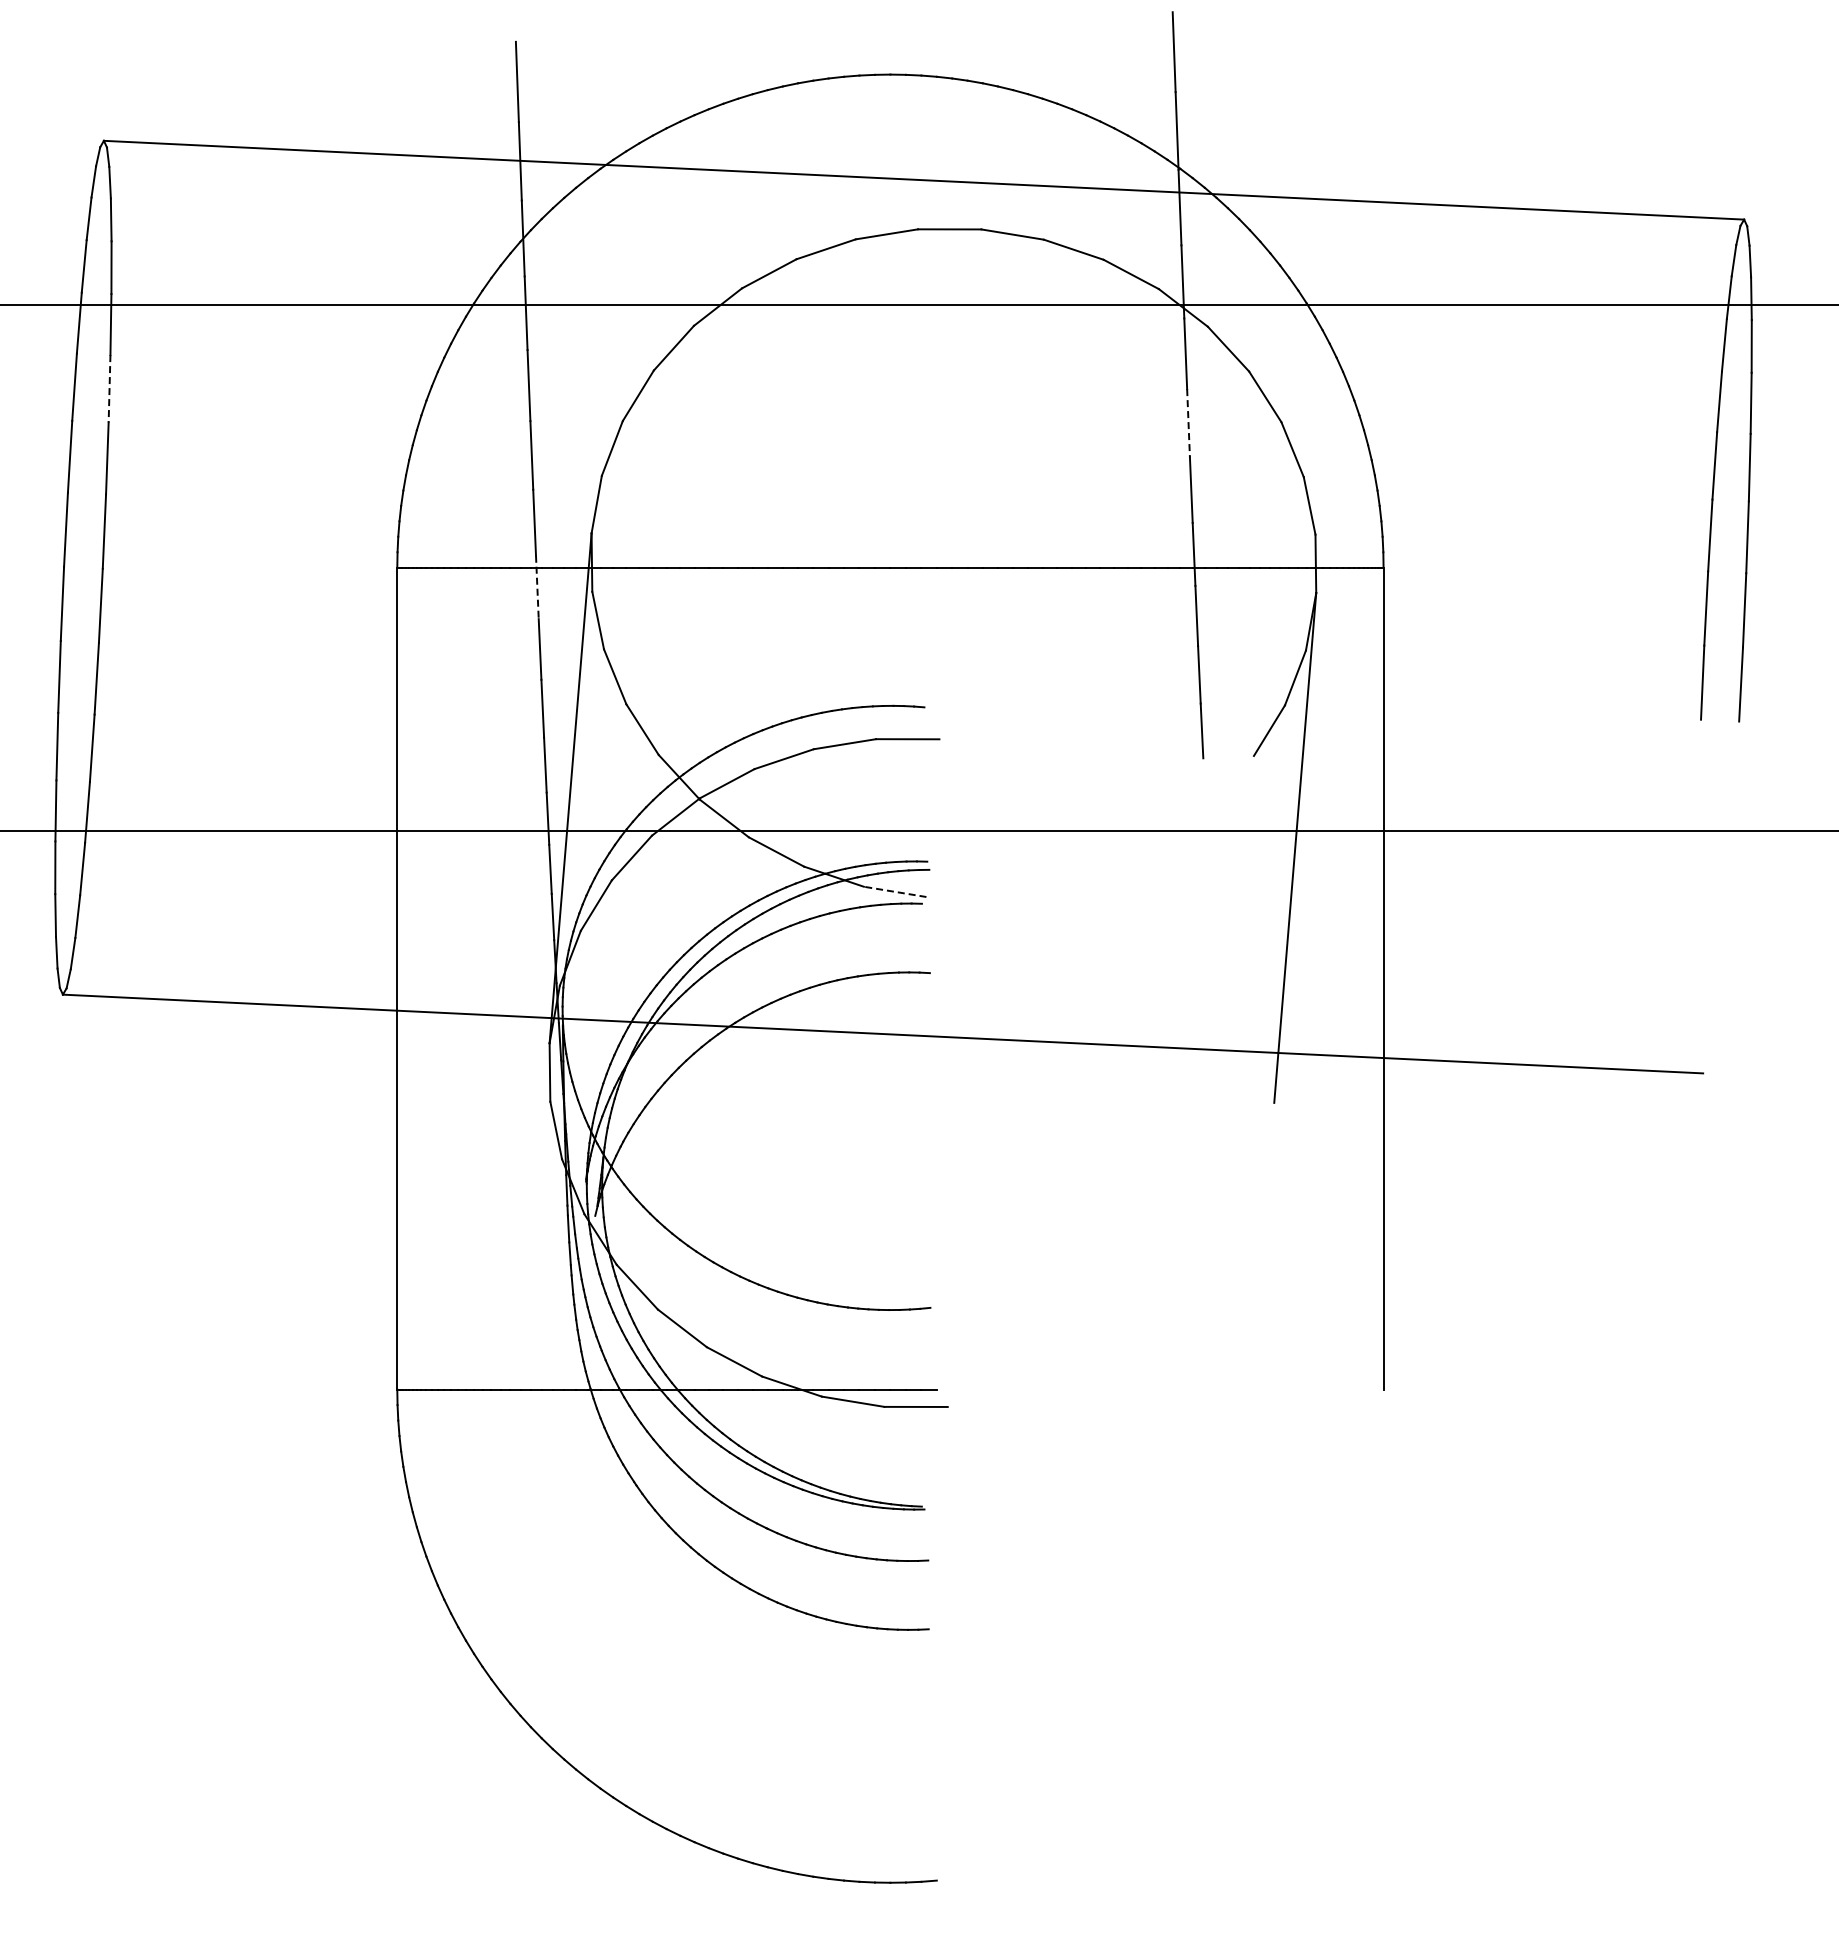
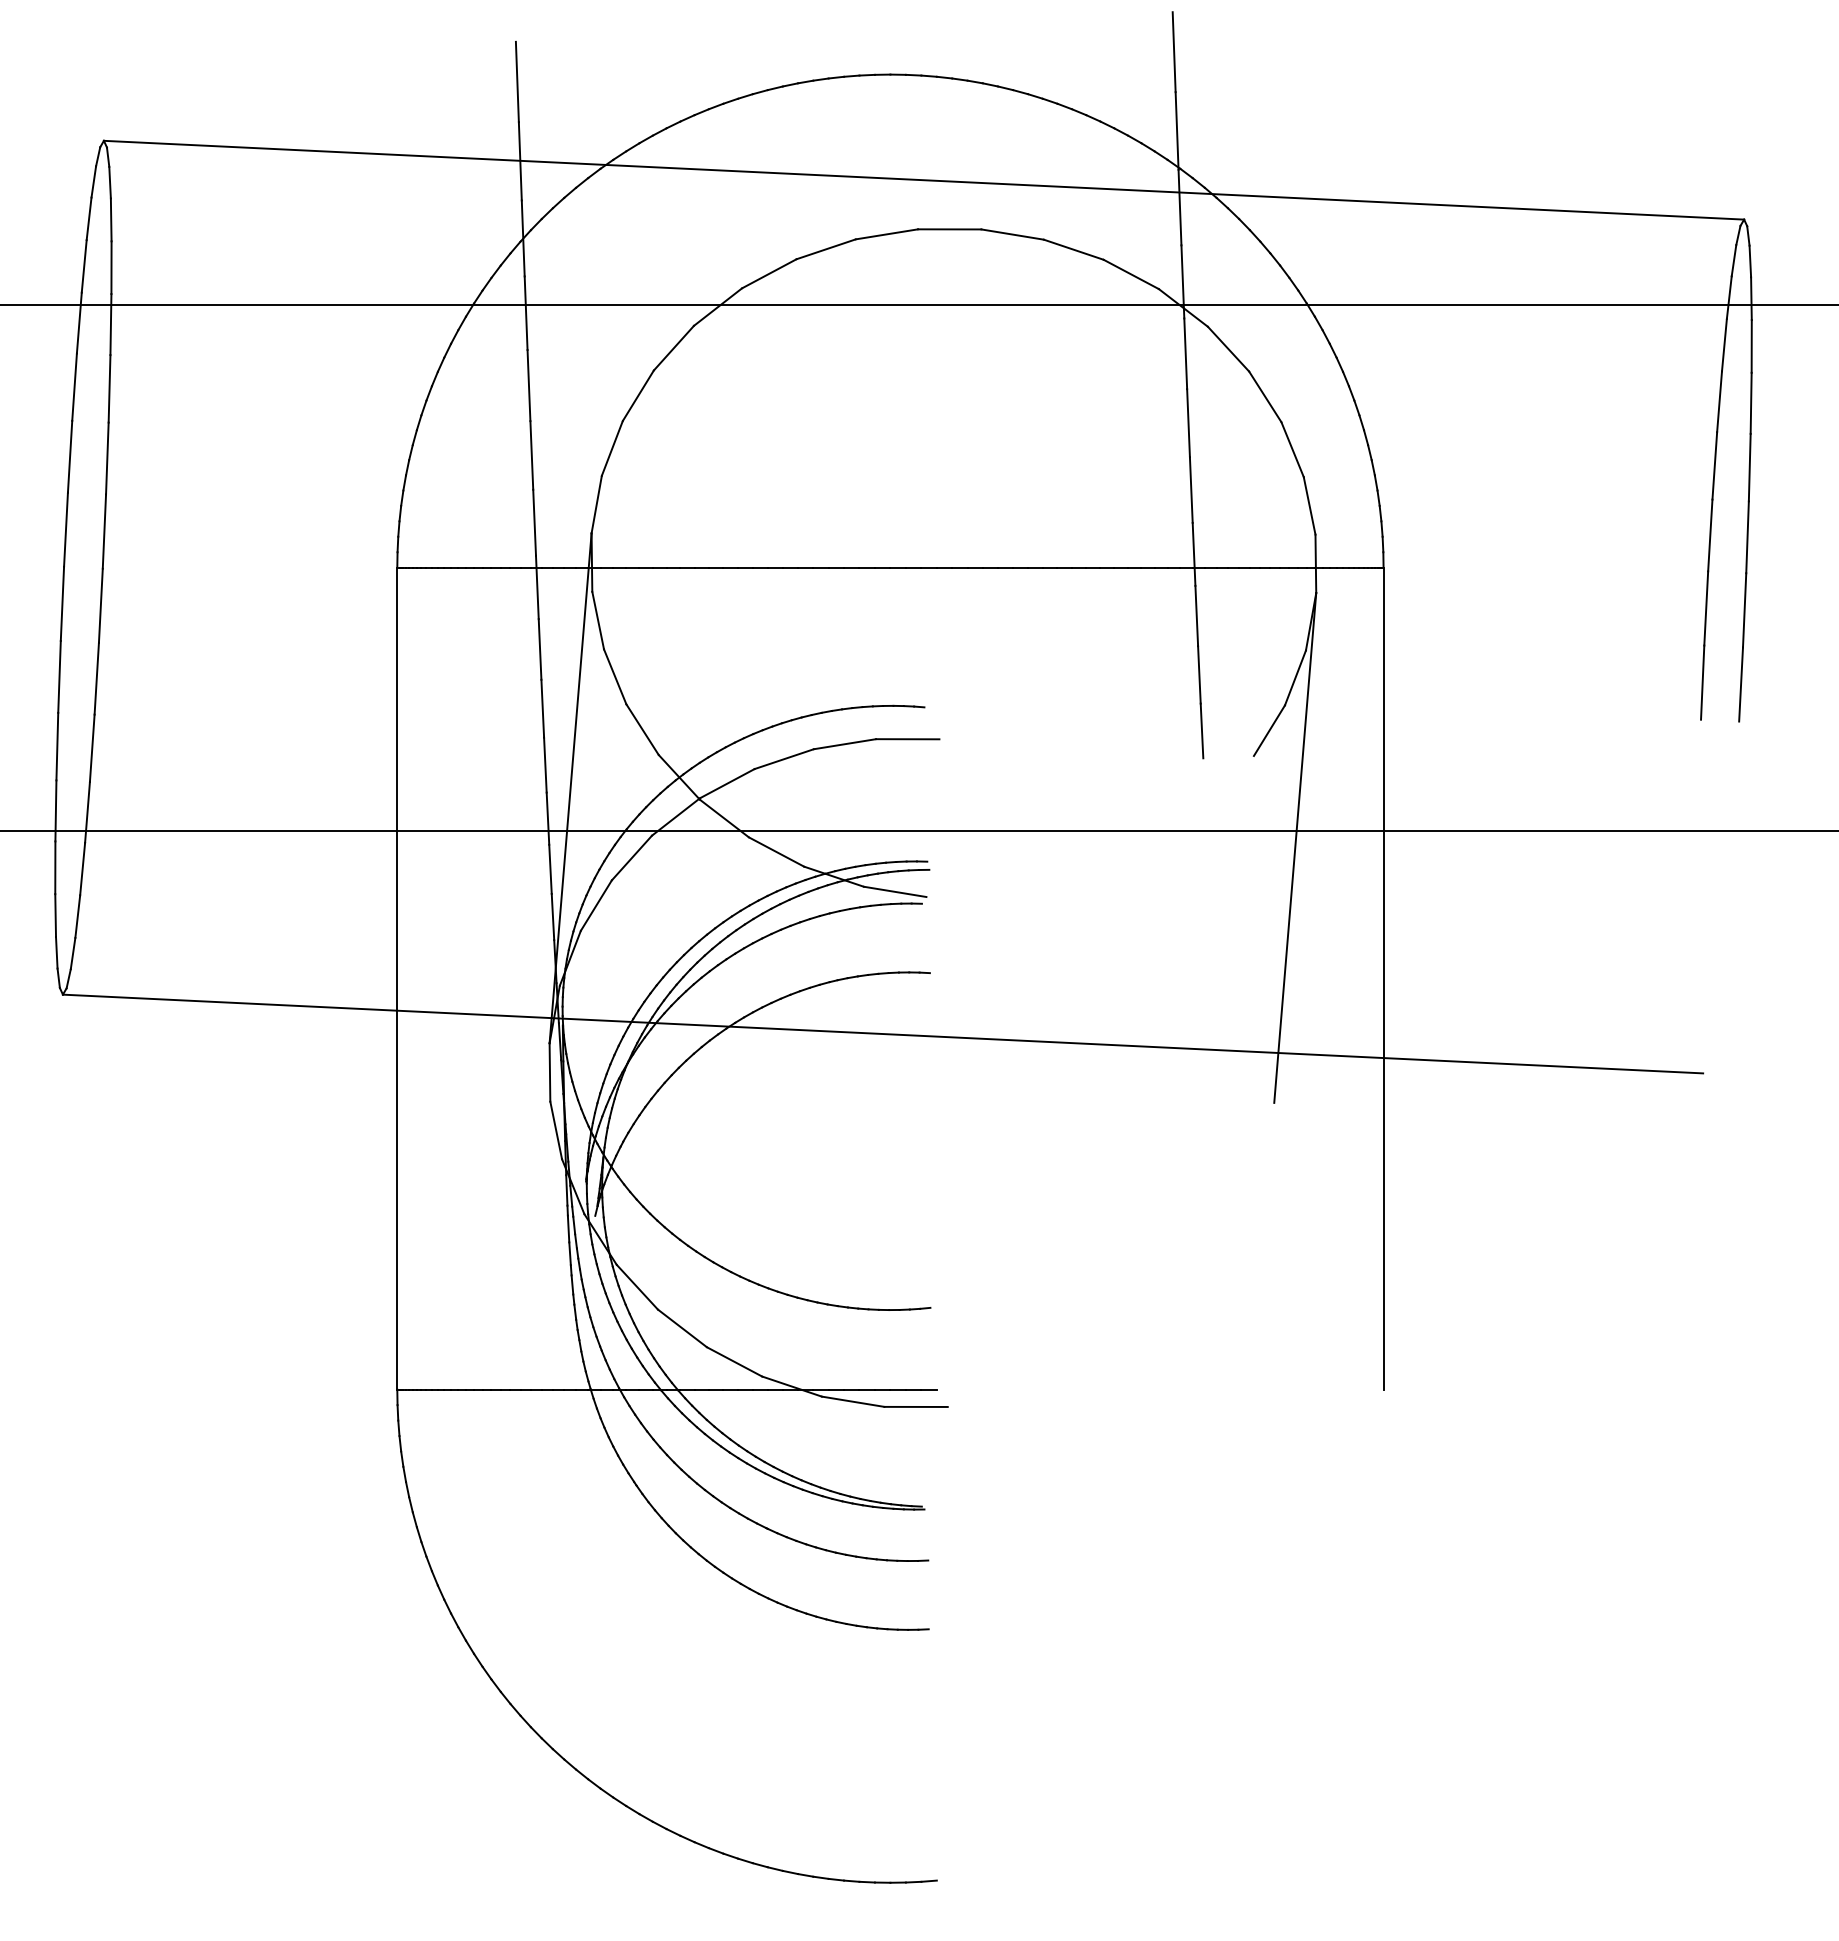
line at (109, 388): dashed -> solid
line at (1188, 423): dashed -> solid
line at (537, 587): dashed -> solid
line at (895, 891): dashed -> solid
